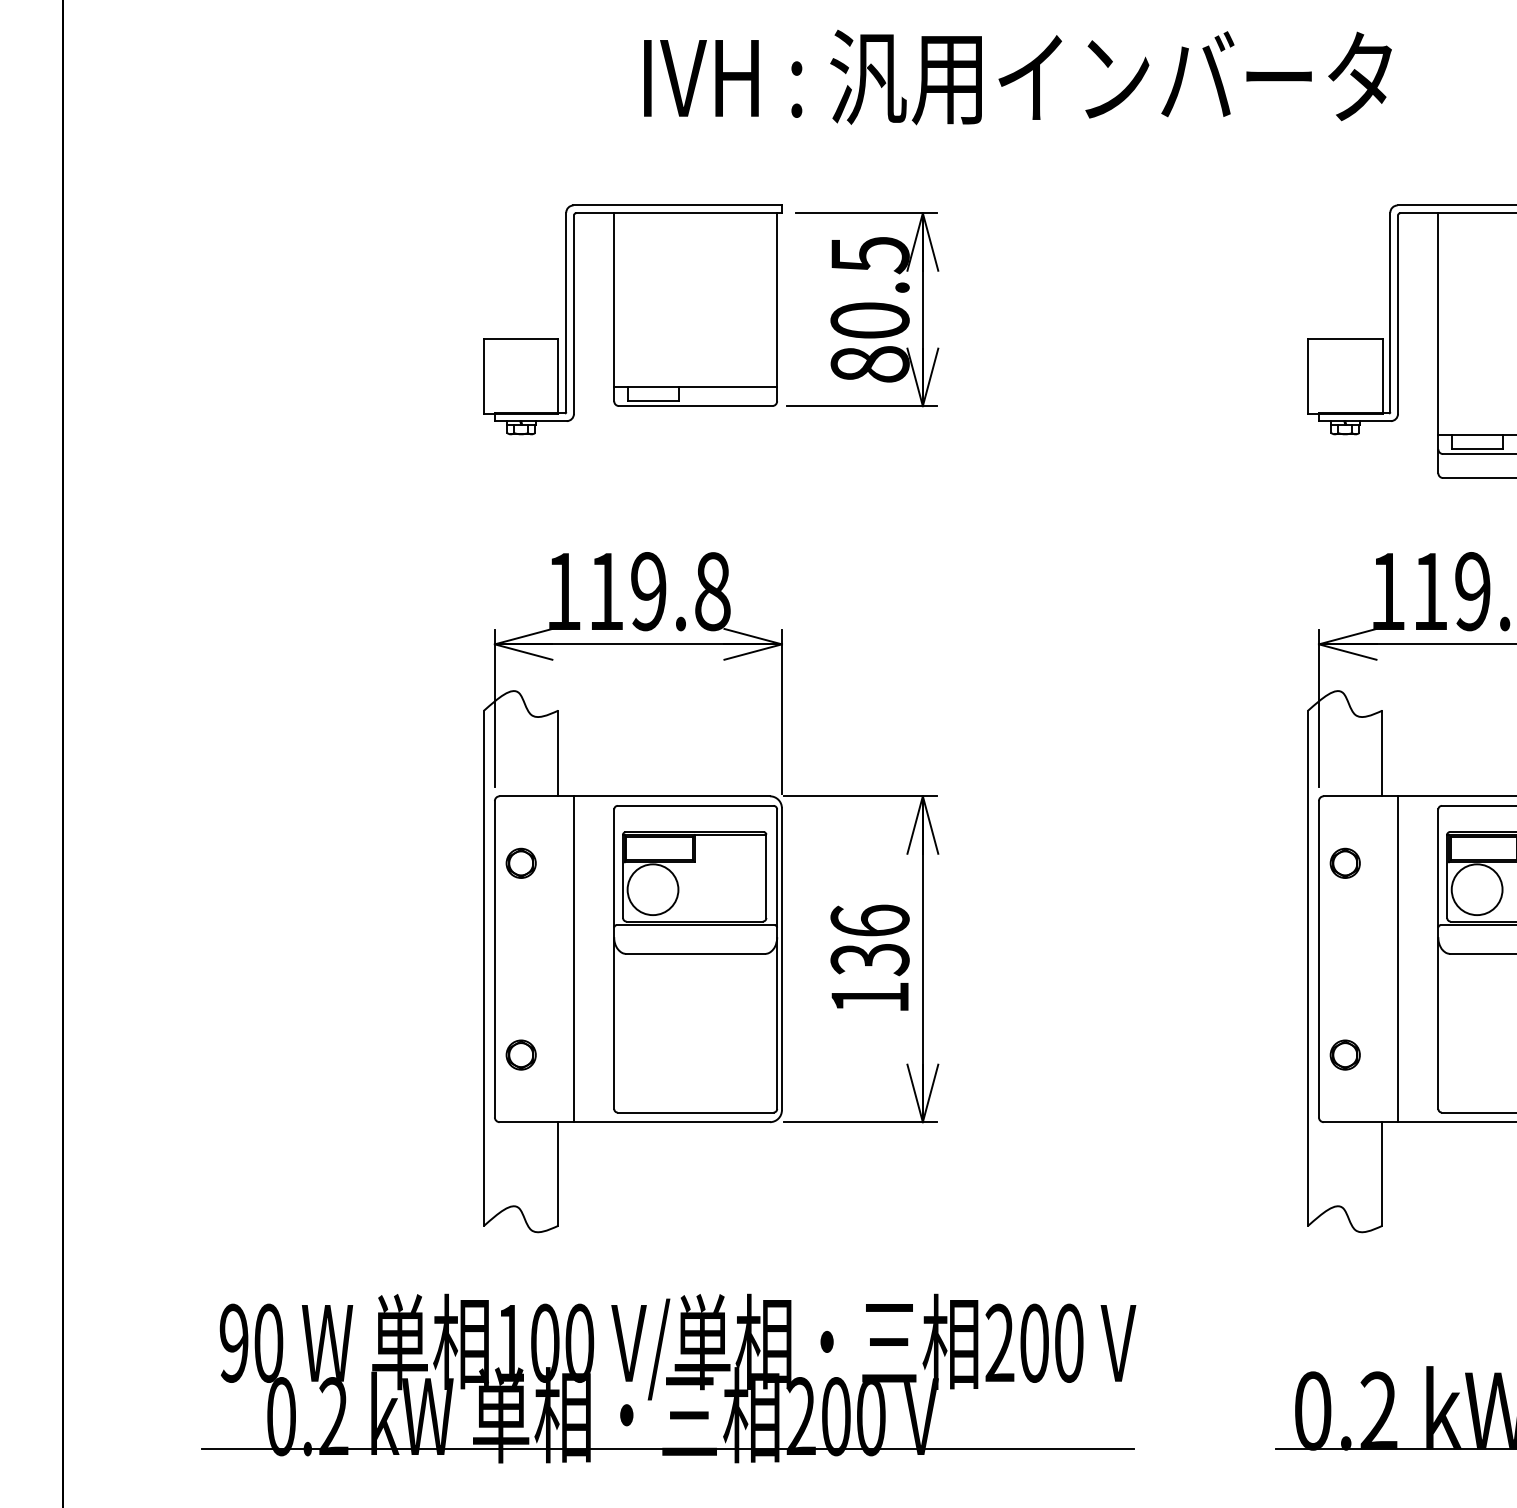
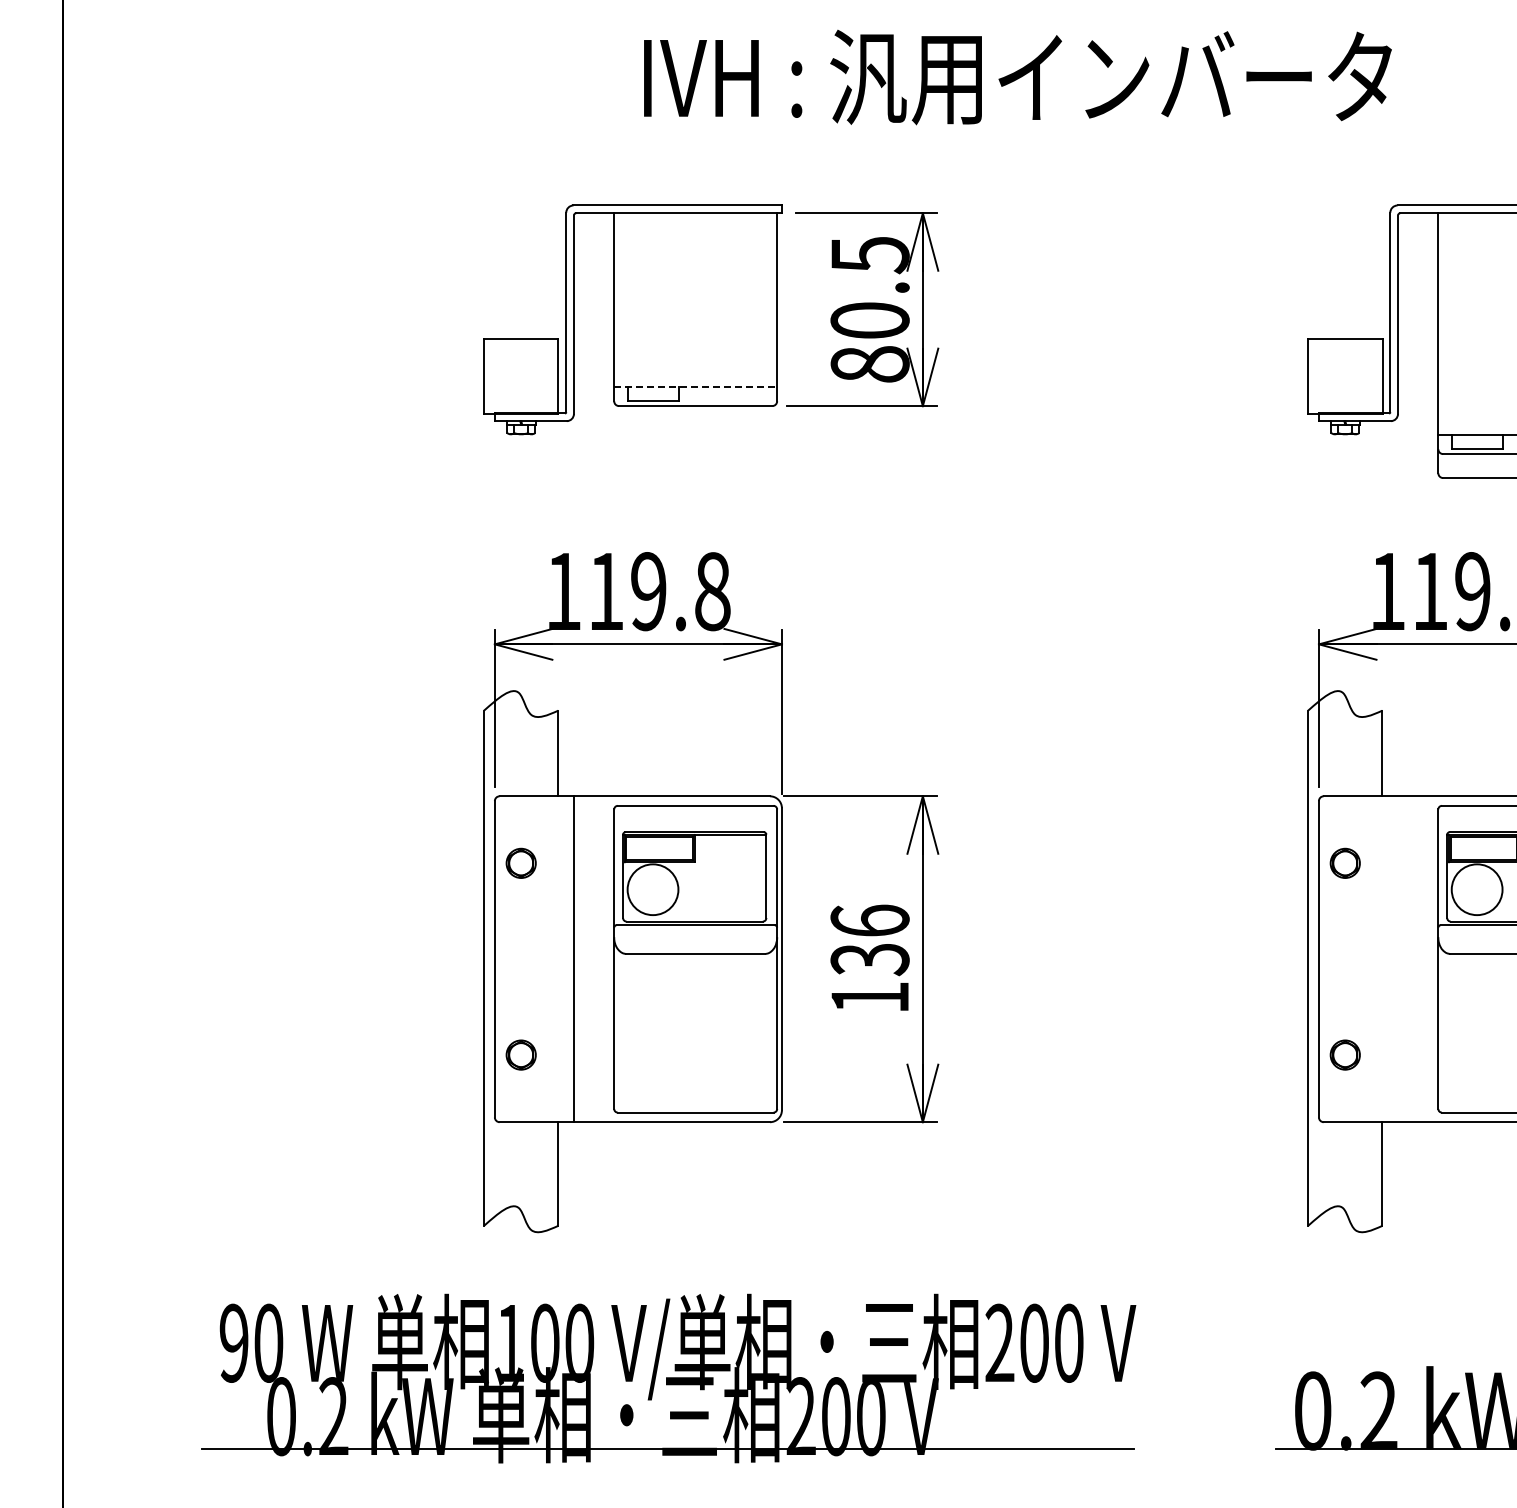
line at (696, 386): solid -> dashed
line at (1398, 959): present -> none
